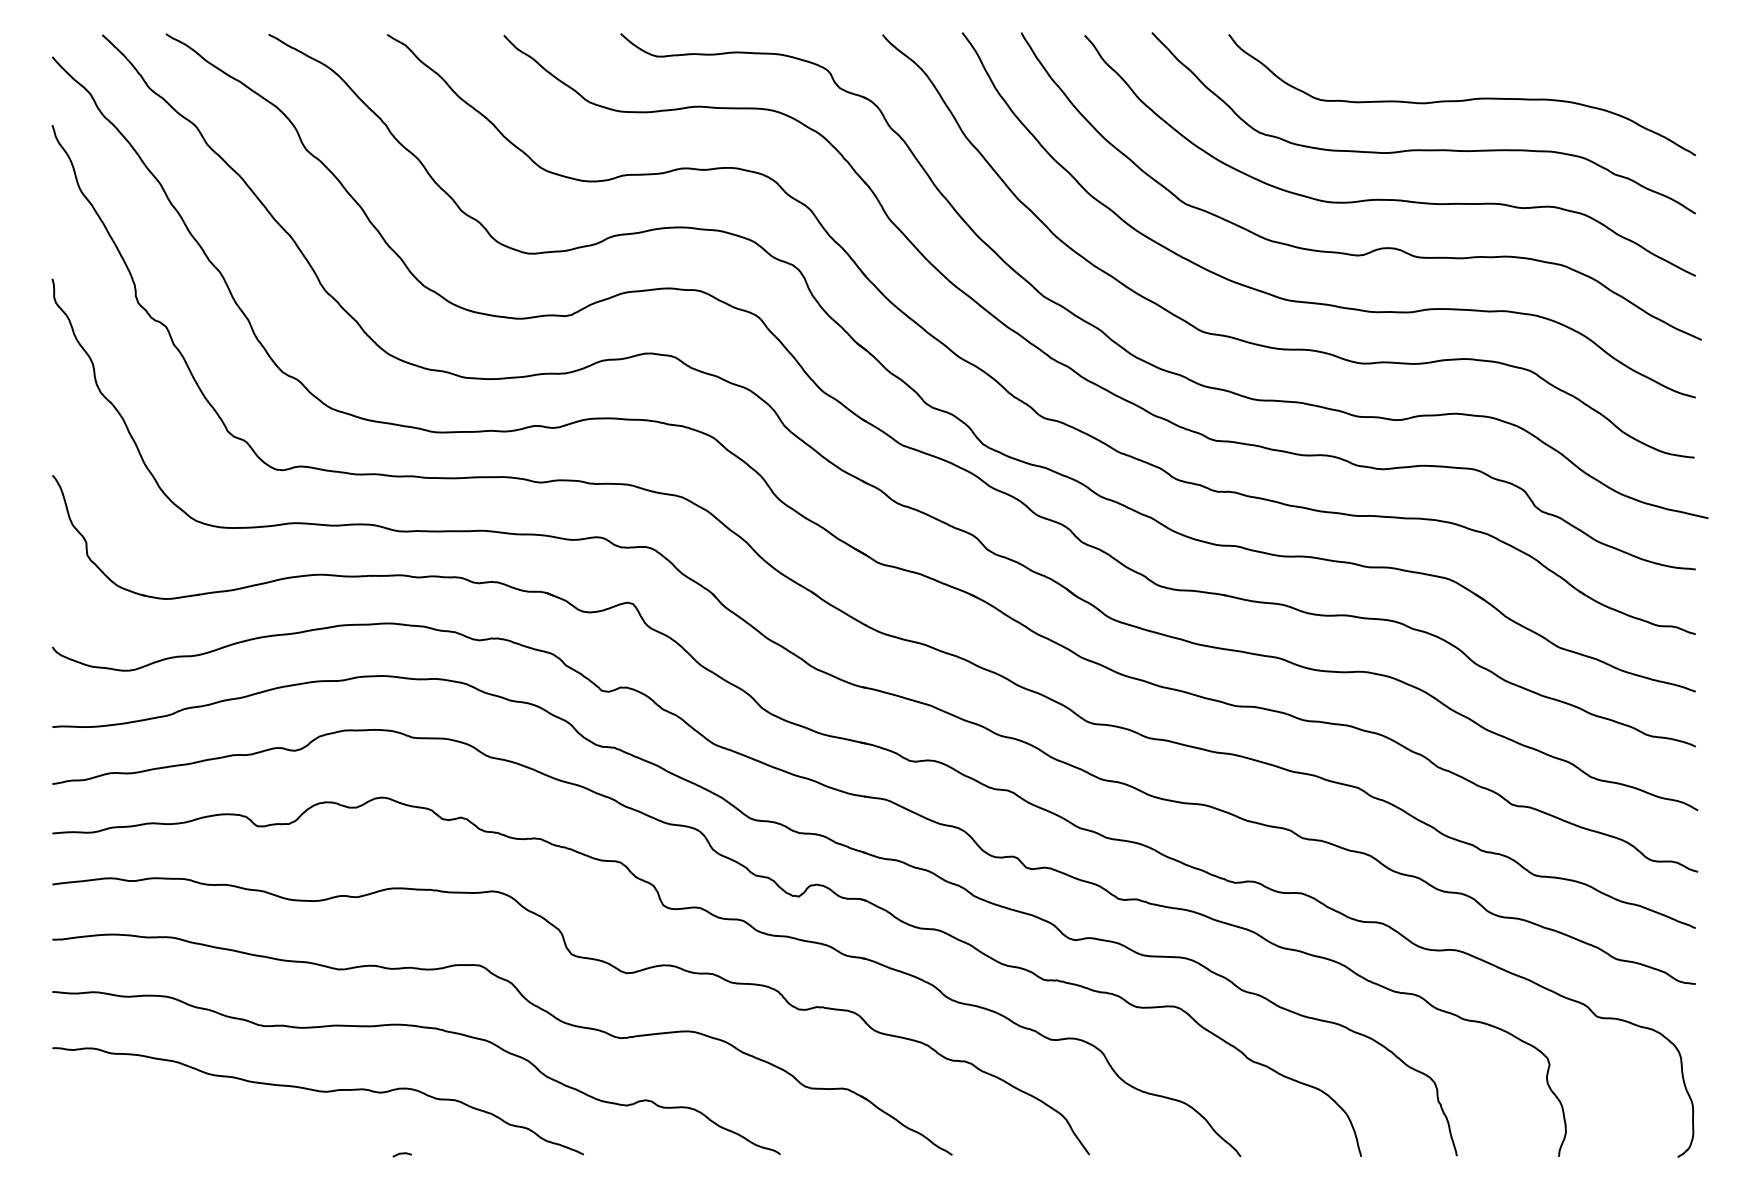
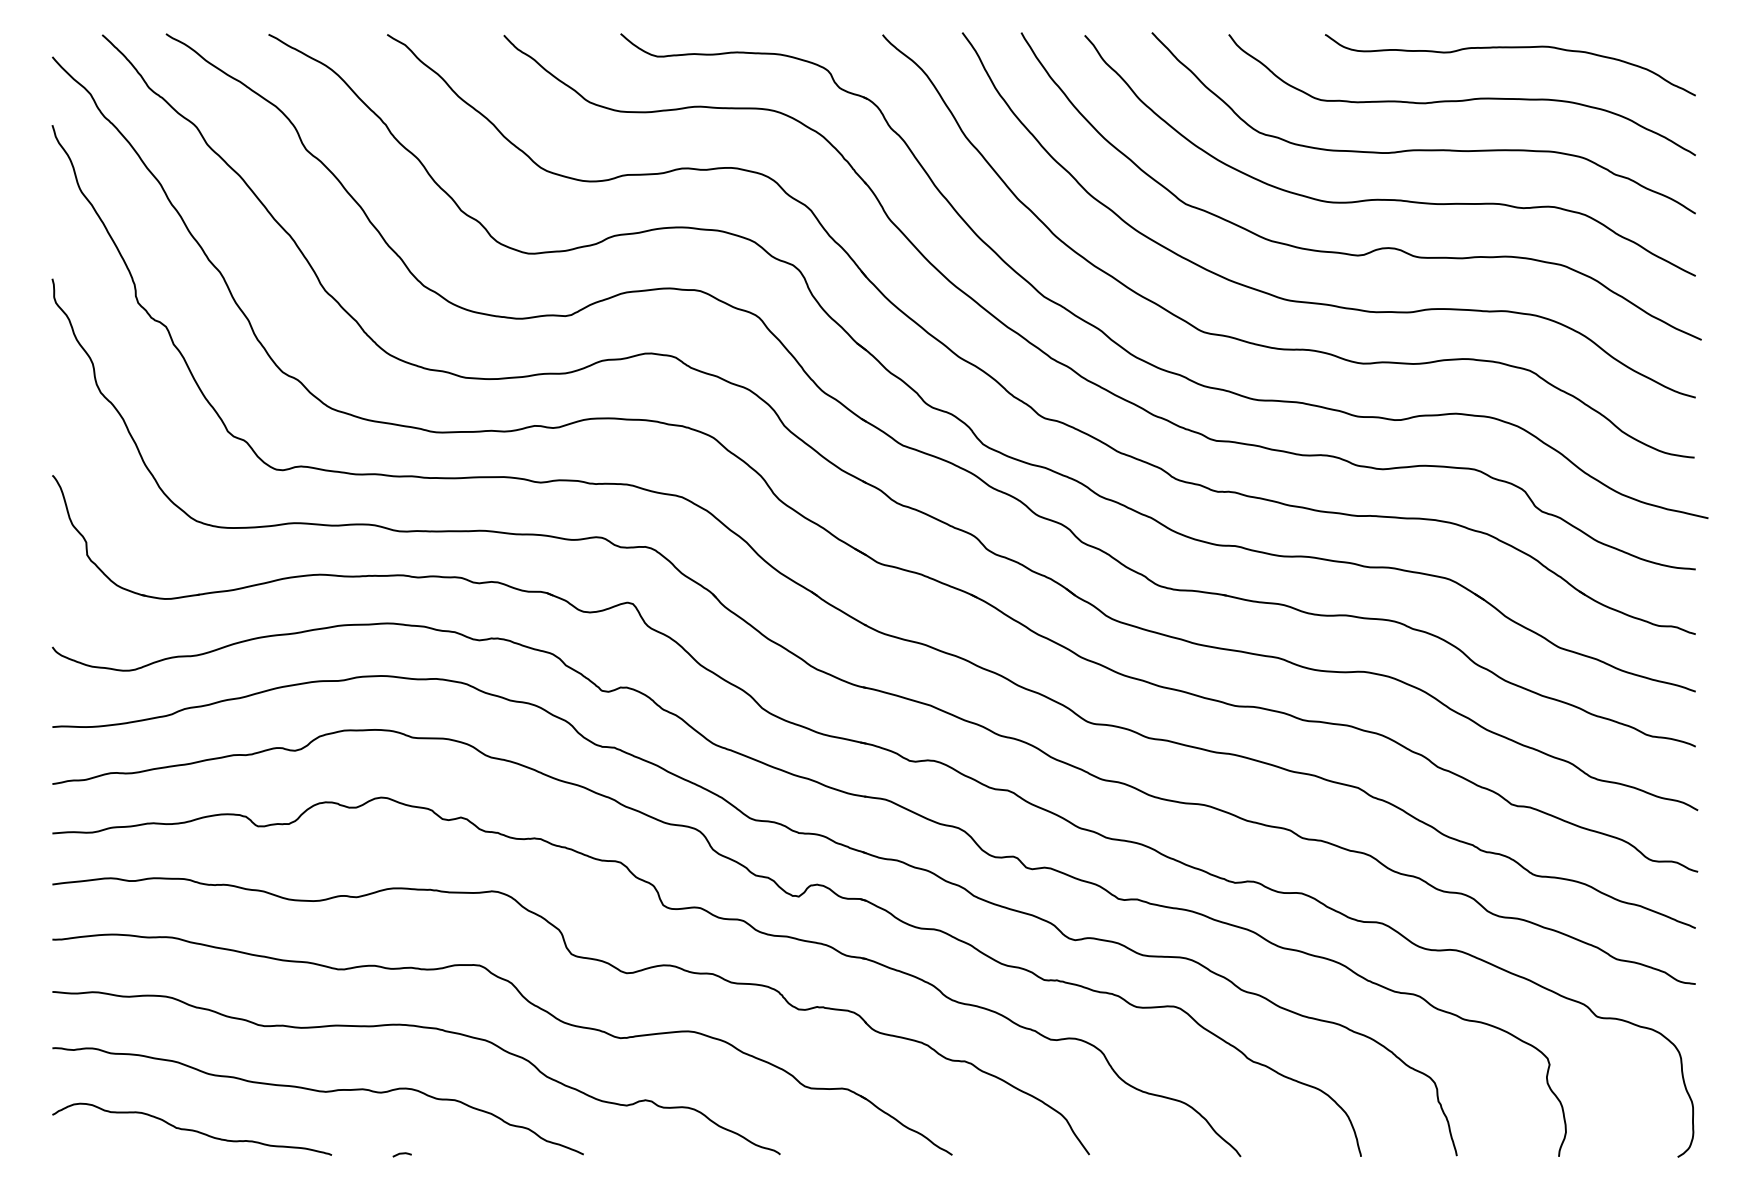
curve at (1510, 48): none -> present
curve at (192, 1129): none -> present
